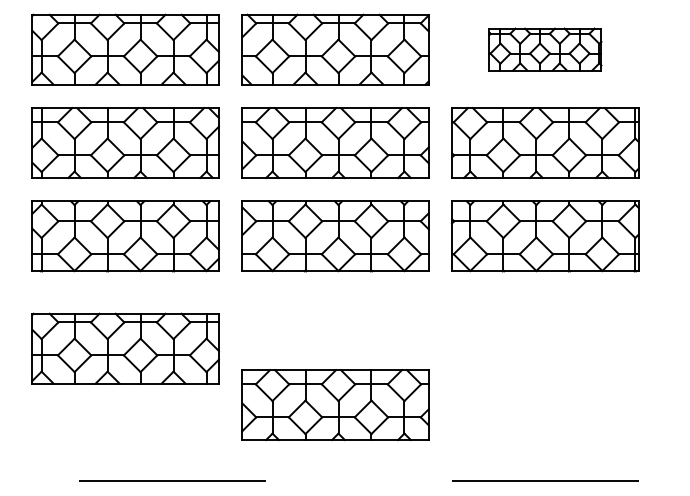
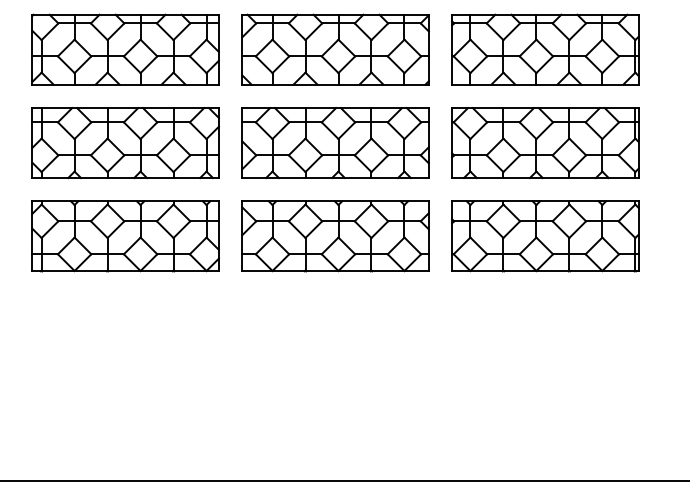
part at (545, 49) size: 115x45 px -> 189x73 px
part at (125, 348): present -> none
part at (335, 405): present -> none
line at (345, 481): dashed -> solid
